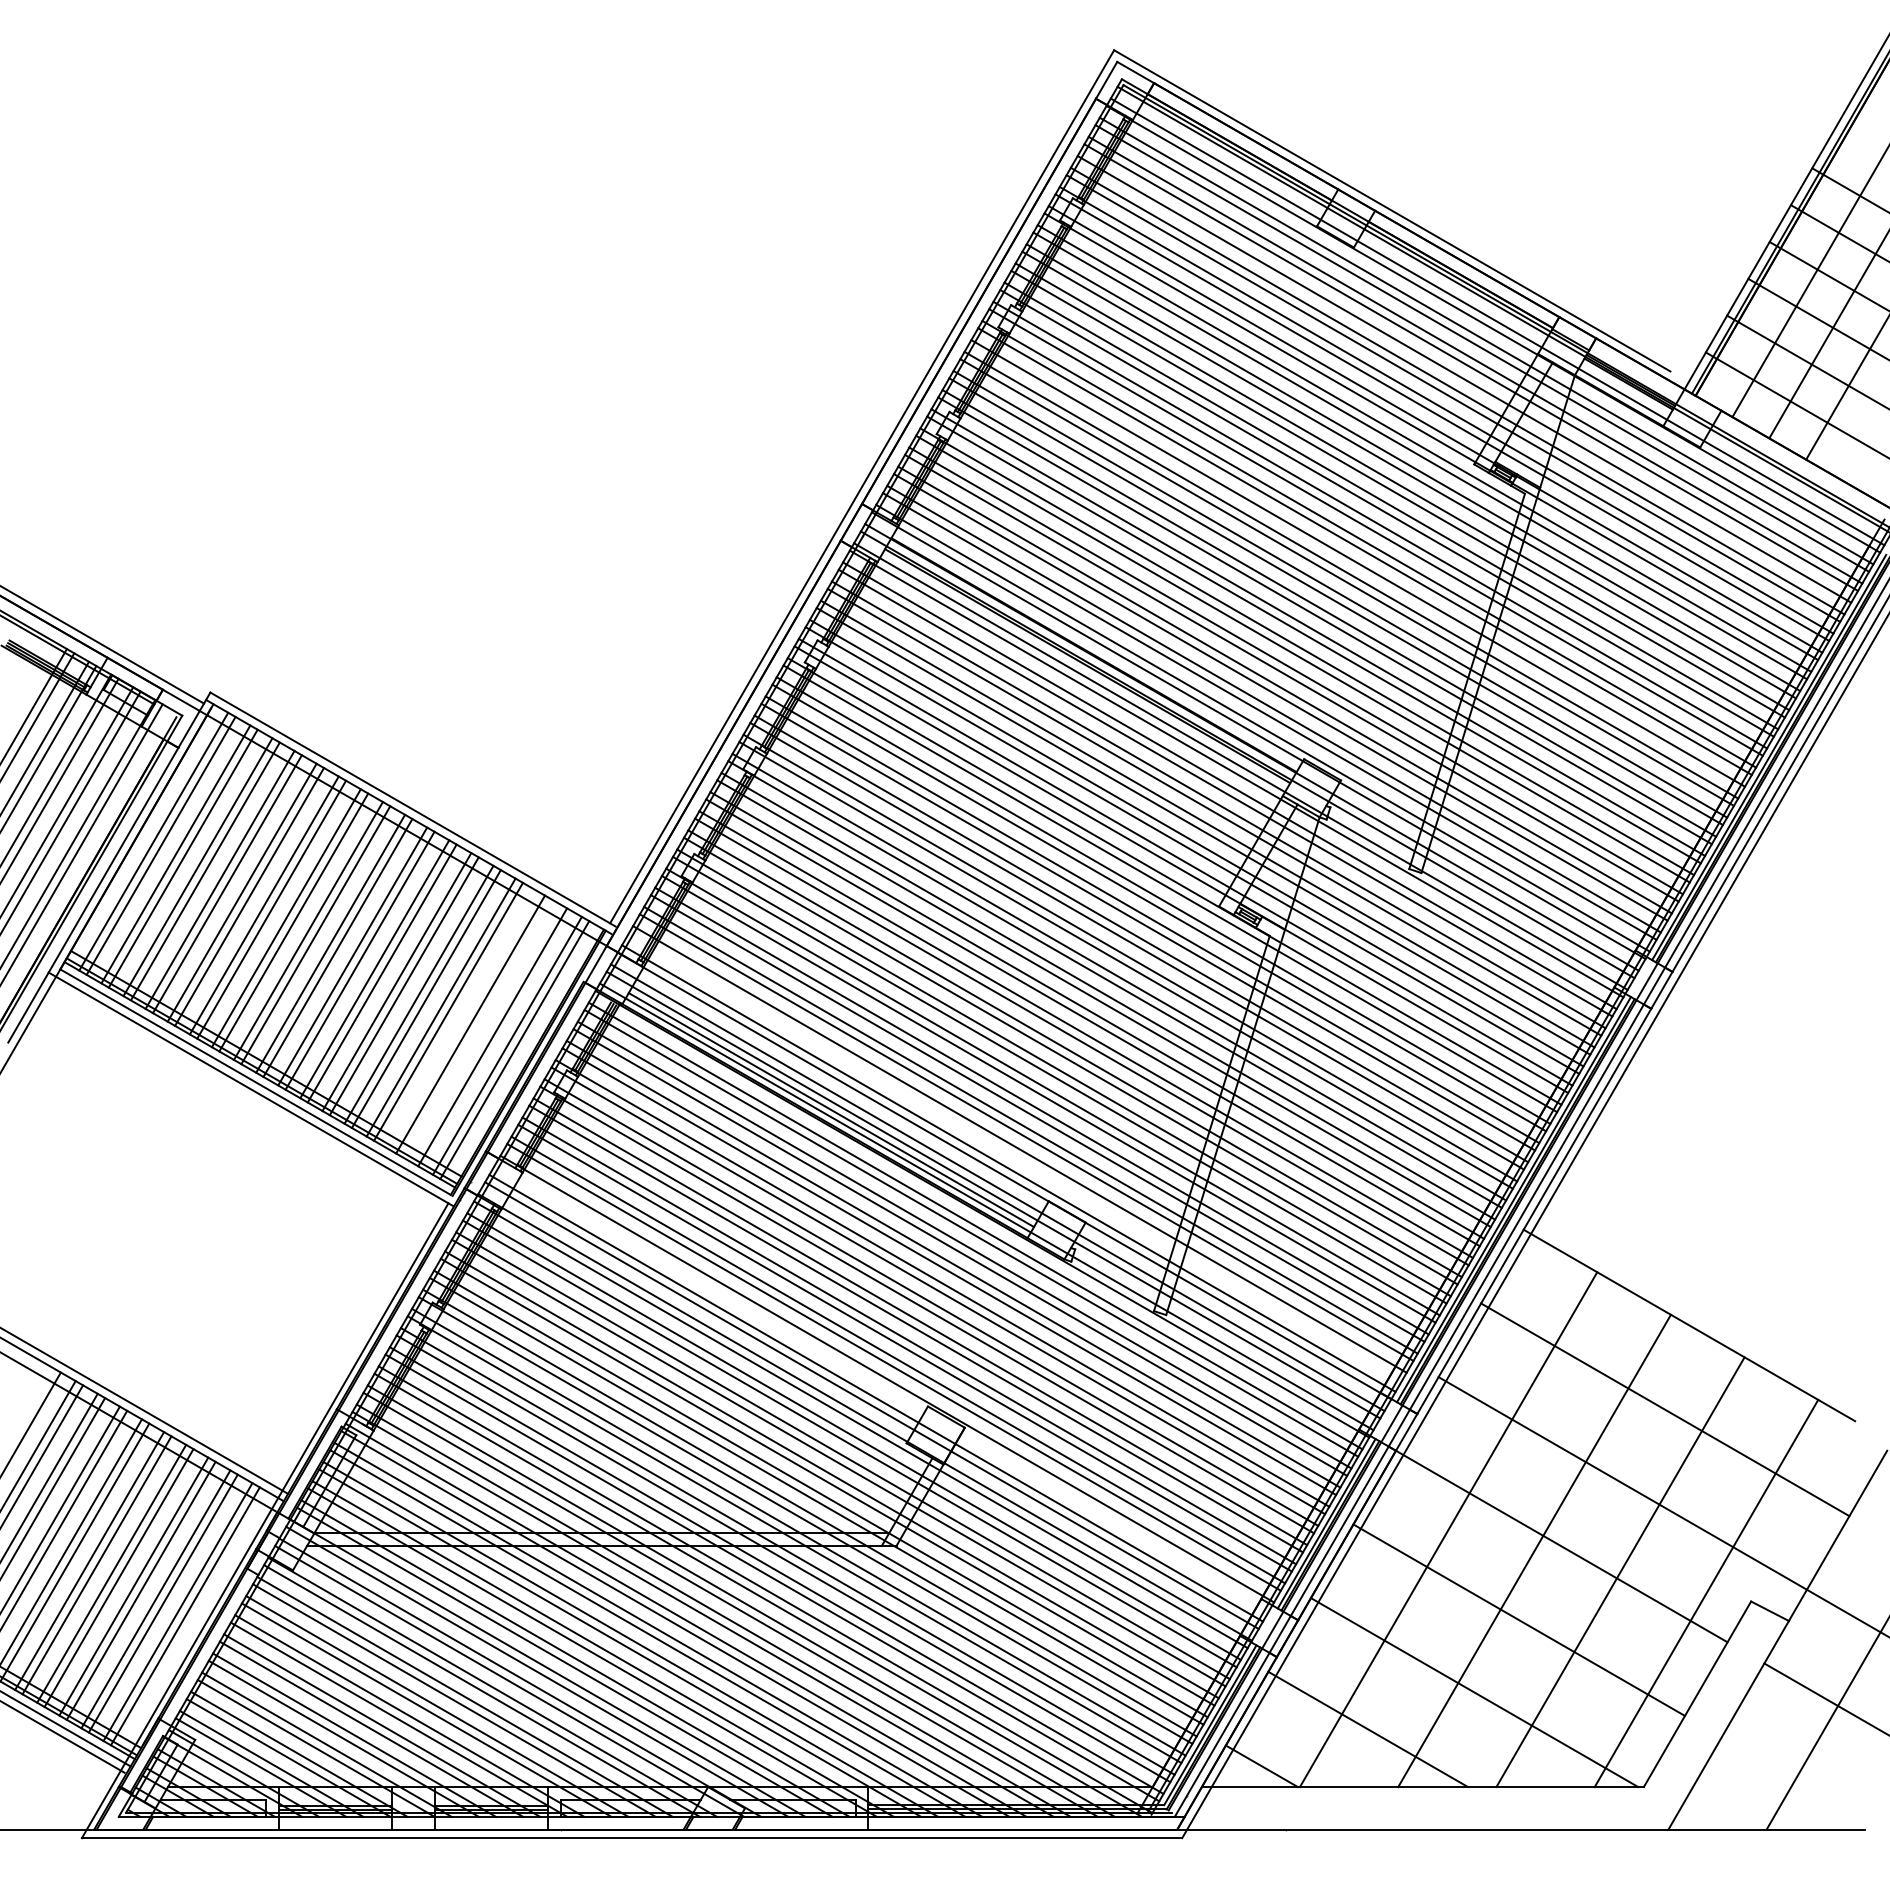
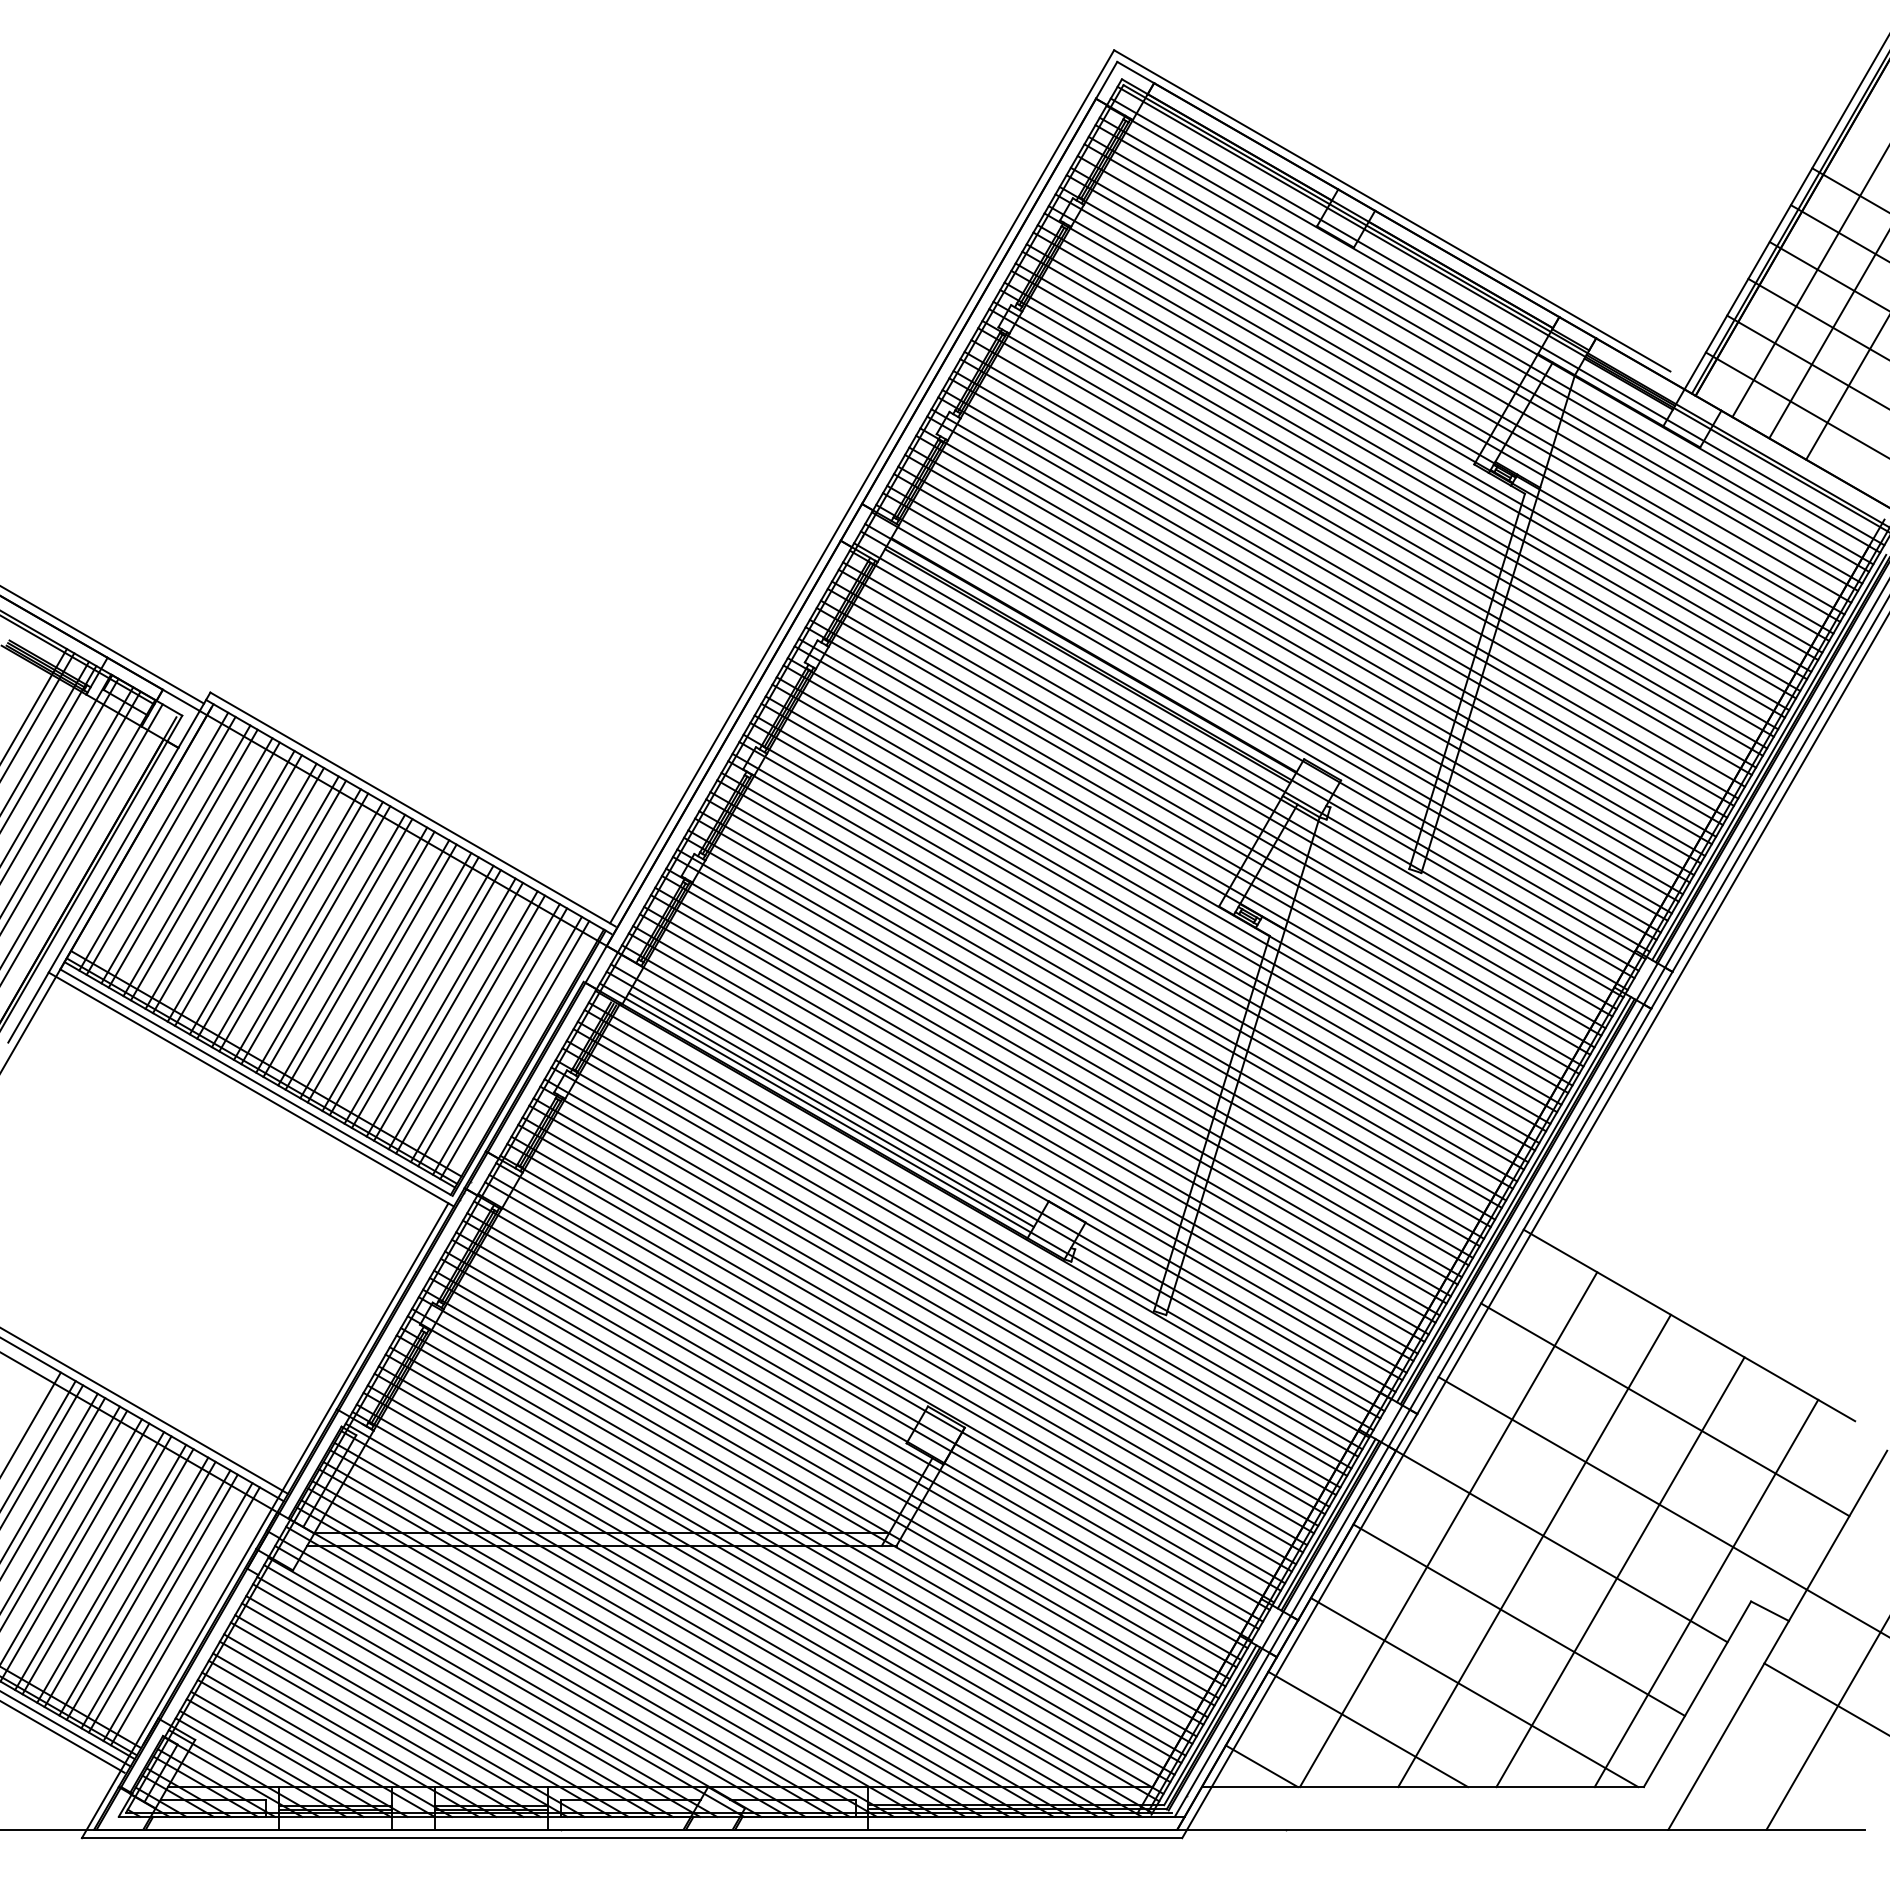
line at (462, 1020): none -> present
line at (484, 1033): none -> present
line at (1015, 1156): none -> present
line at (882, 1386): none -> present
